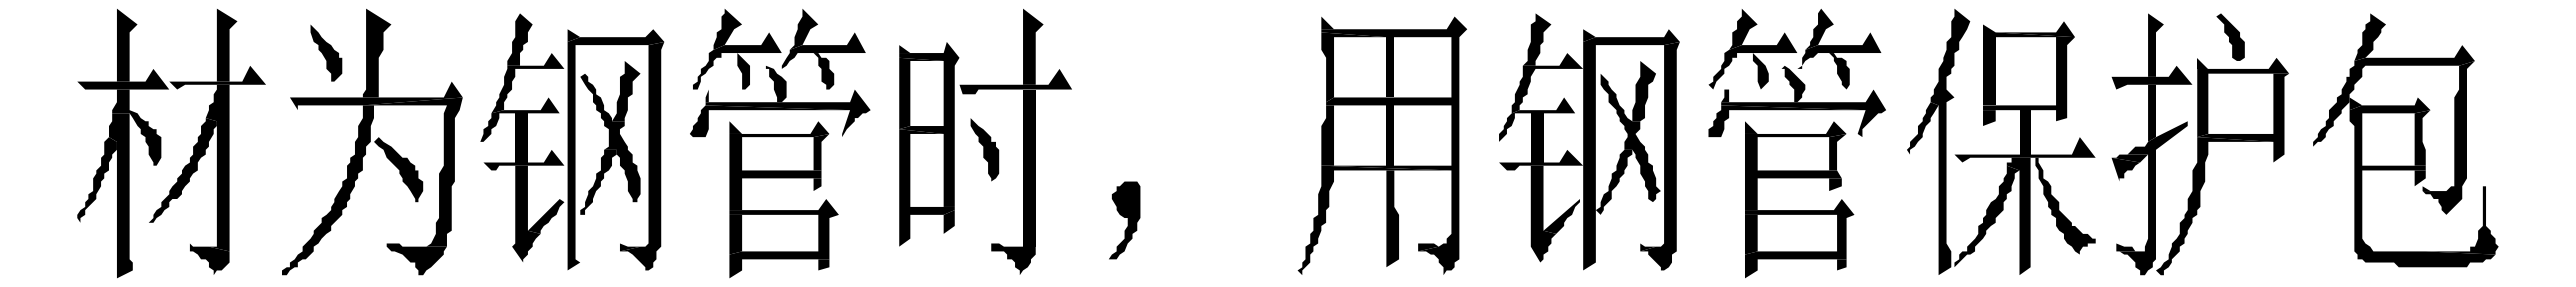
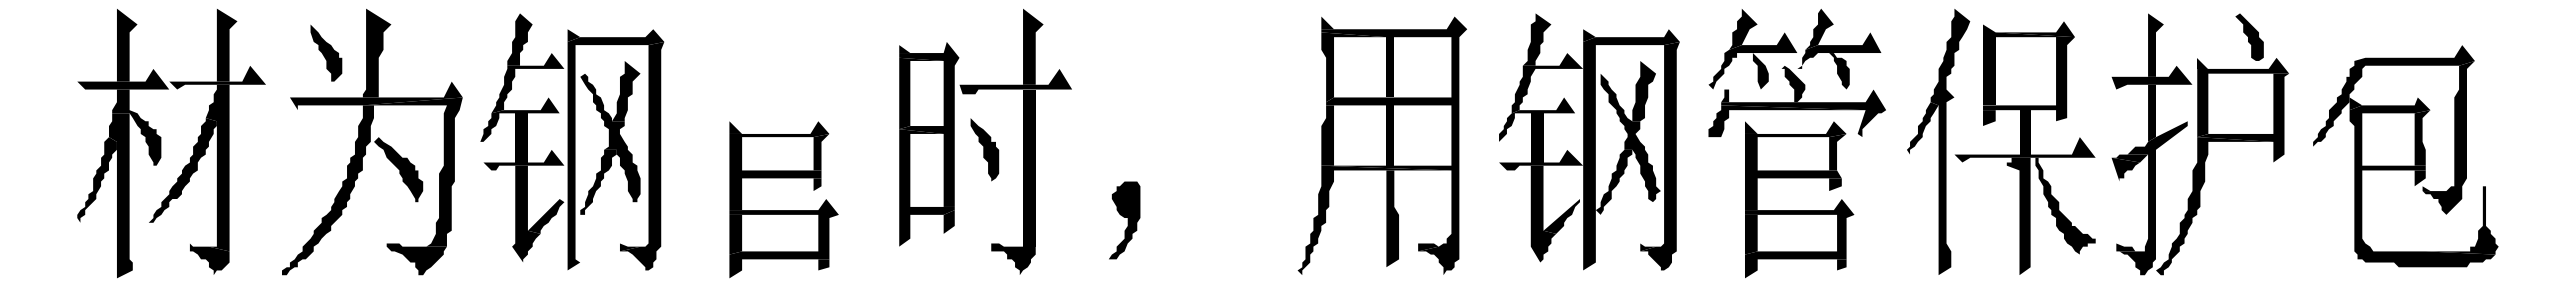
part at (2230, 36) position: (2230, 36) -> (2249, 36)
fill at (2370, 36): present -> none
part at (780, 73): present -> none
fill at (1986, 216): present -> none
